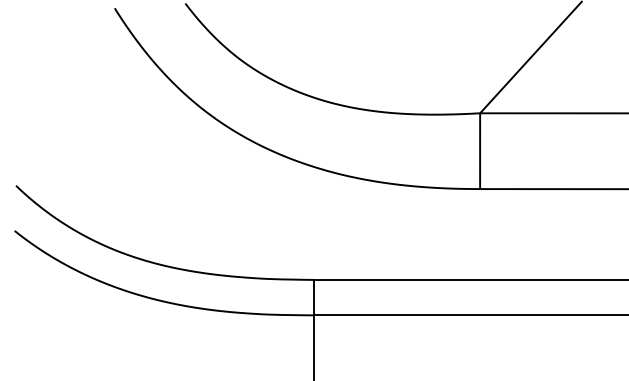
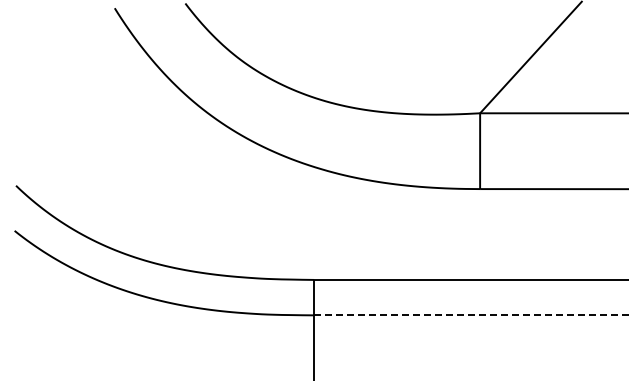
line at (471, 315): solid -> dashed
